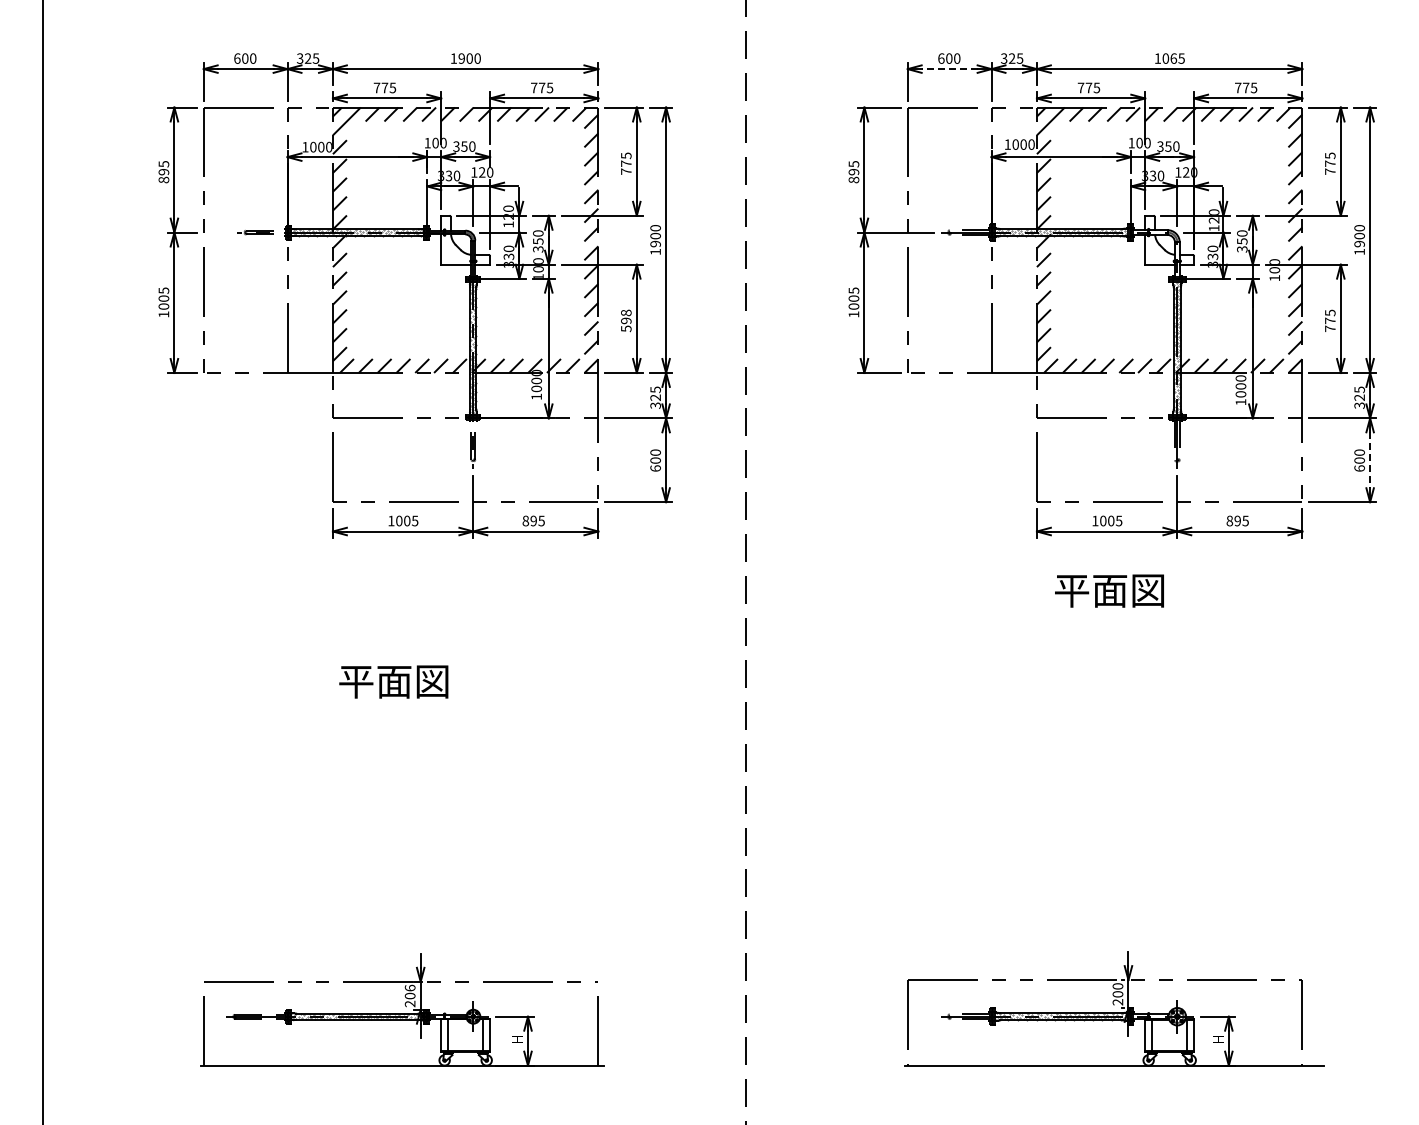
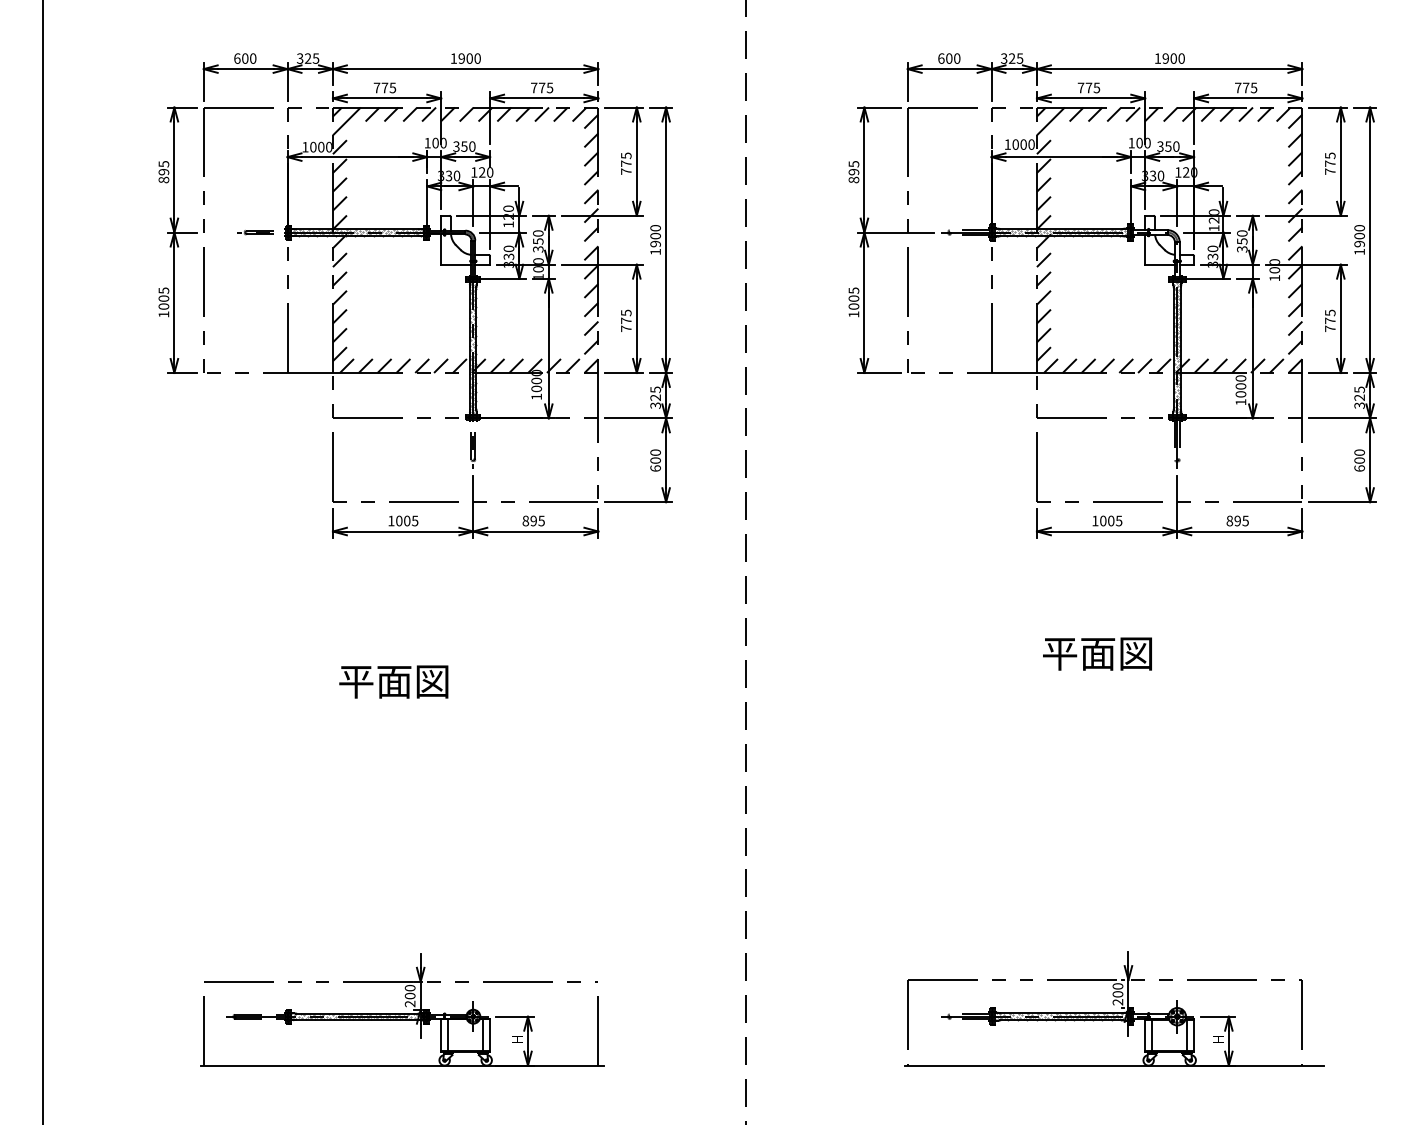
text at (1173, 58): 1065 -> 1900
line at (949, 69): dashed -> solid
text at (626, 320): 598 -> 775
line at (1370, 460): dashed -> solid
text at (1109, 590) position: (1109, 590) -> (1097, 653)
text at (409, 987): 206 -> 200
